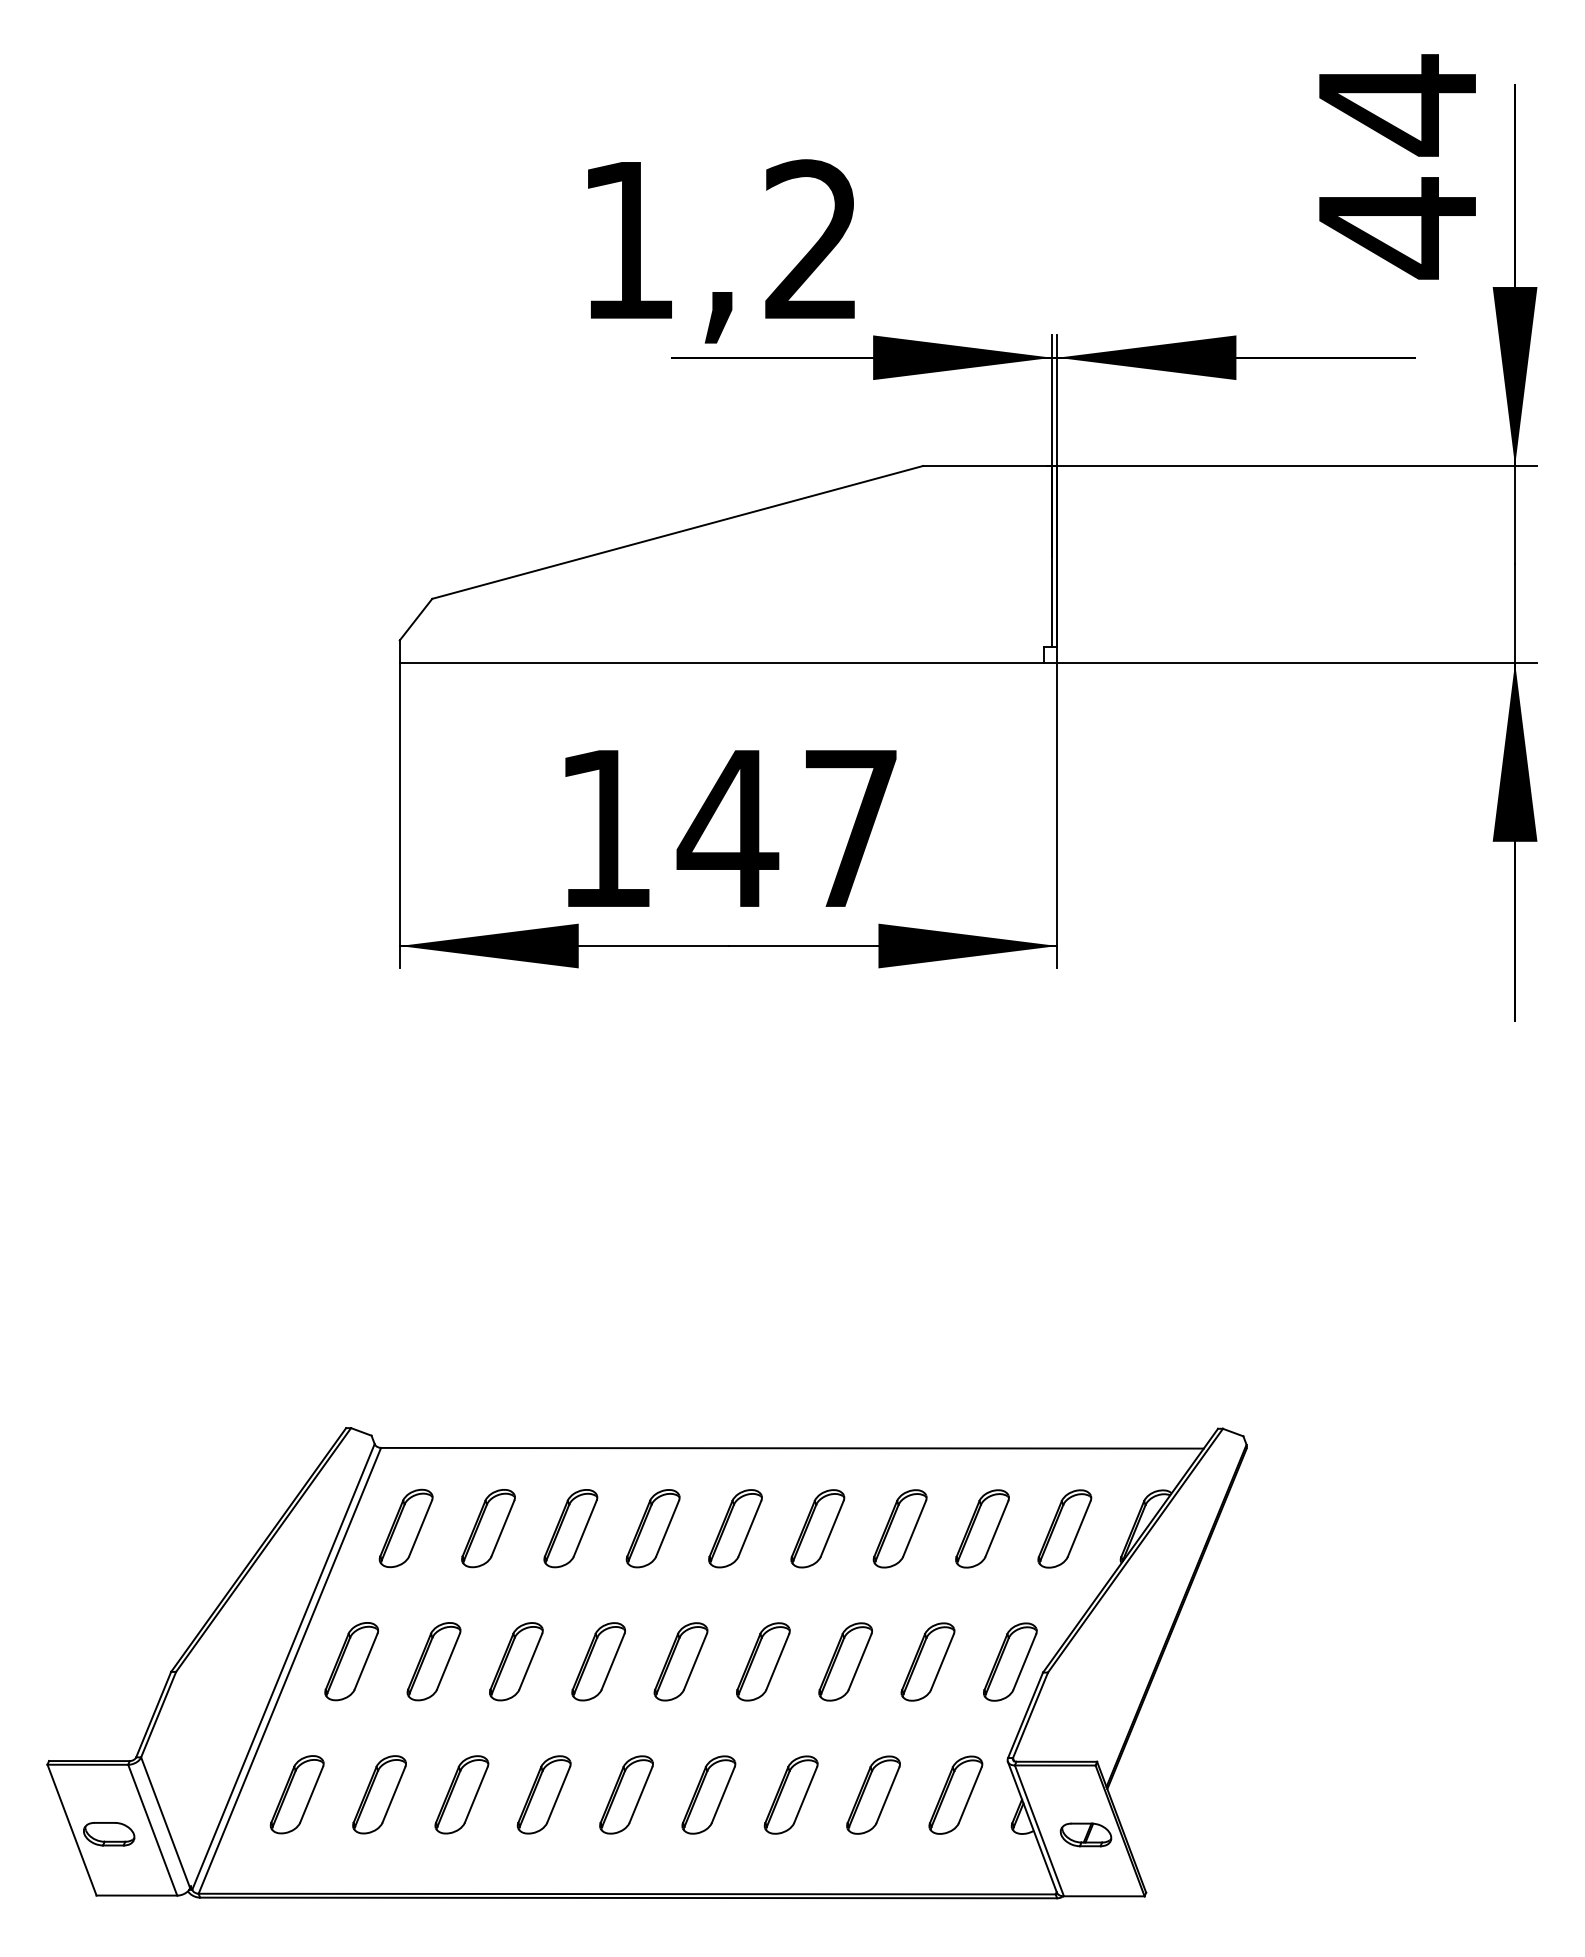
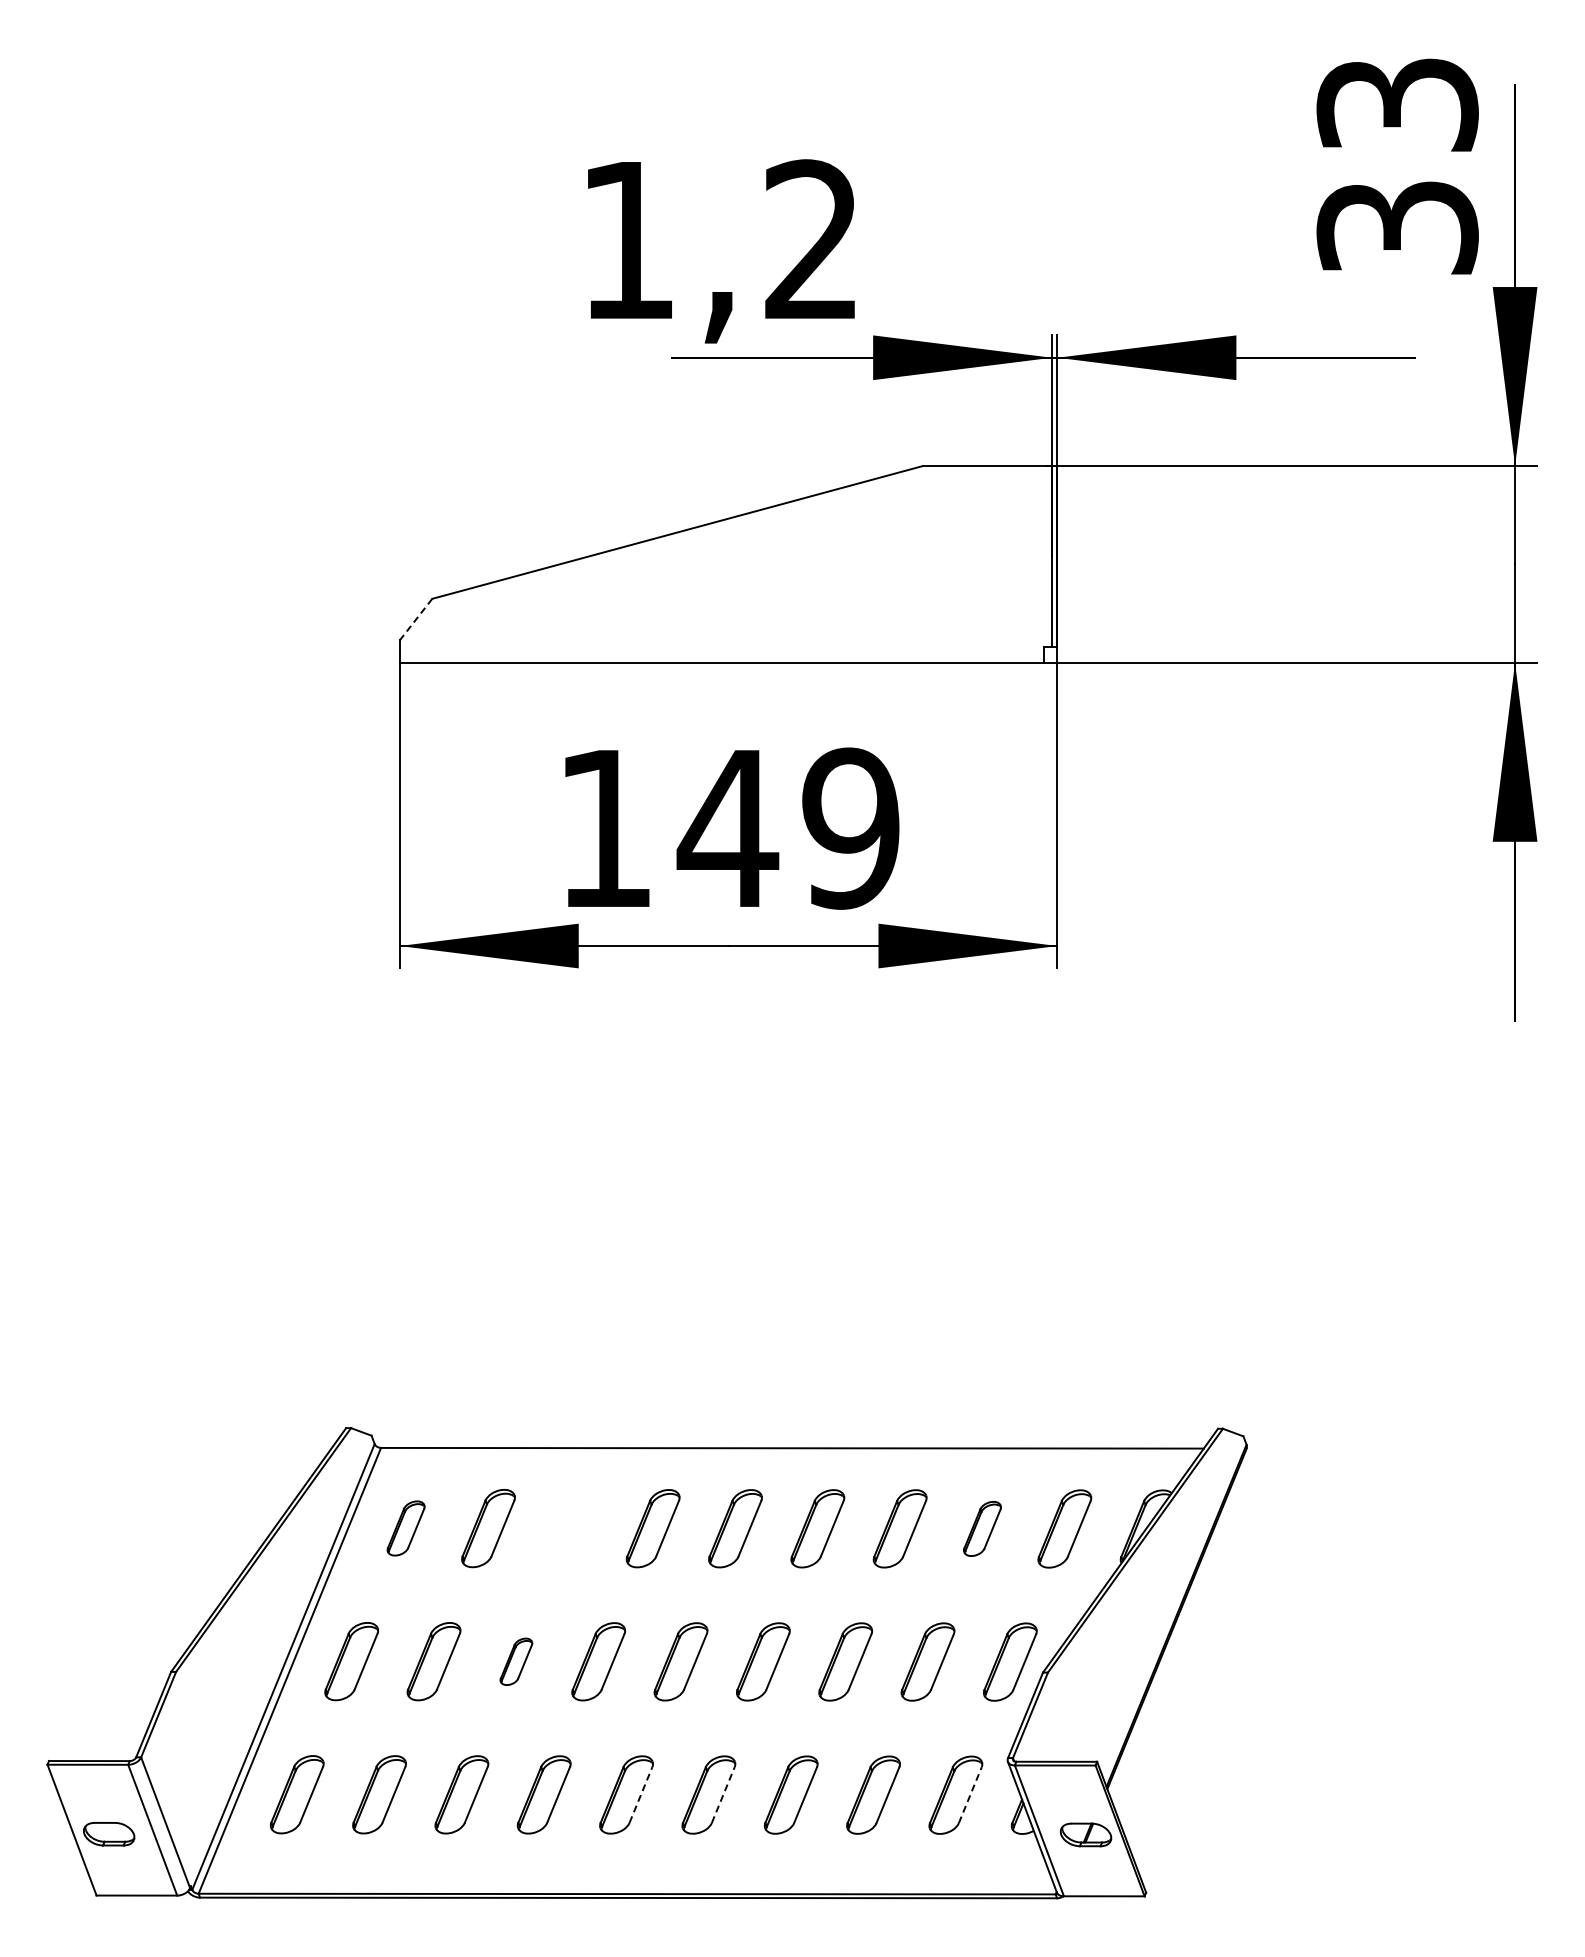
text at (1397, 166): 44 -> 33
line at (415, 620): solid -> dashed
text at (850, 828): 147 -> 149
part at (405, 1528) size: 56x81 px -> 40x57 px
part at (570, 1528): present -> none
part at (982, 1528) size: 55x80 px -> 39x56 px
part at (516, 1661) size: 55x80 px -> 35x49 px
line at (641, 1794): solid -> dashed
line at (723, 1794): solid -> dashed
line at (970, 1794): solid -> dashed
